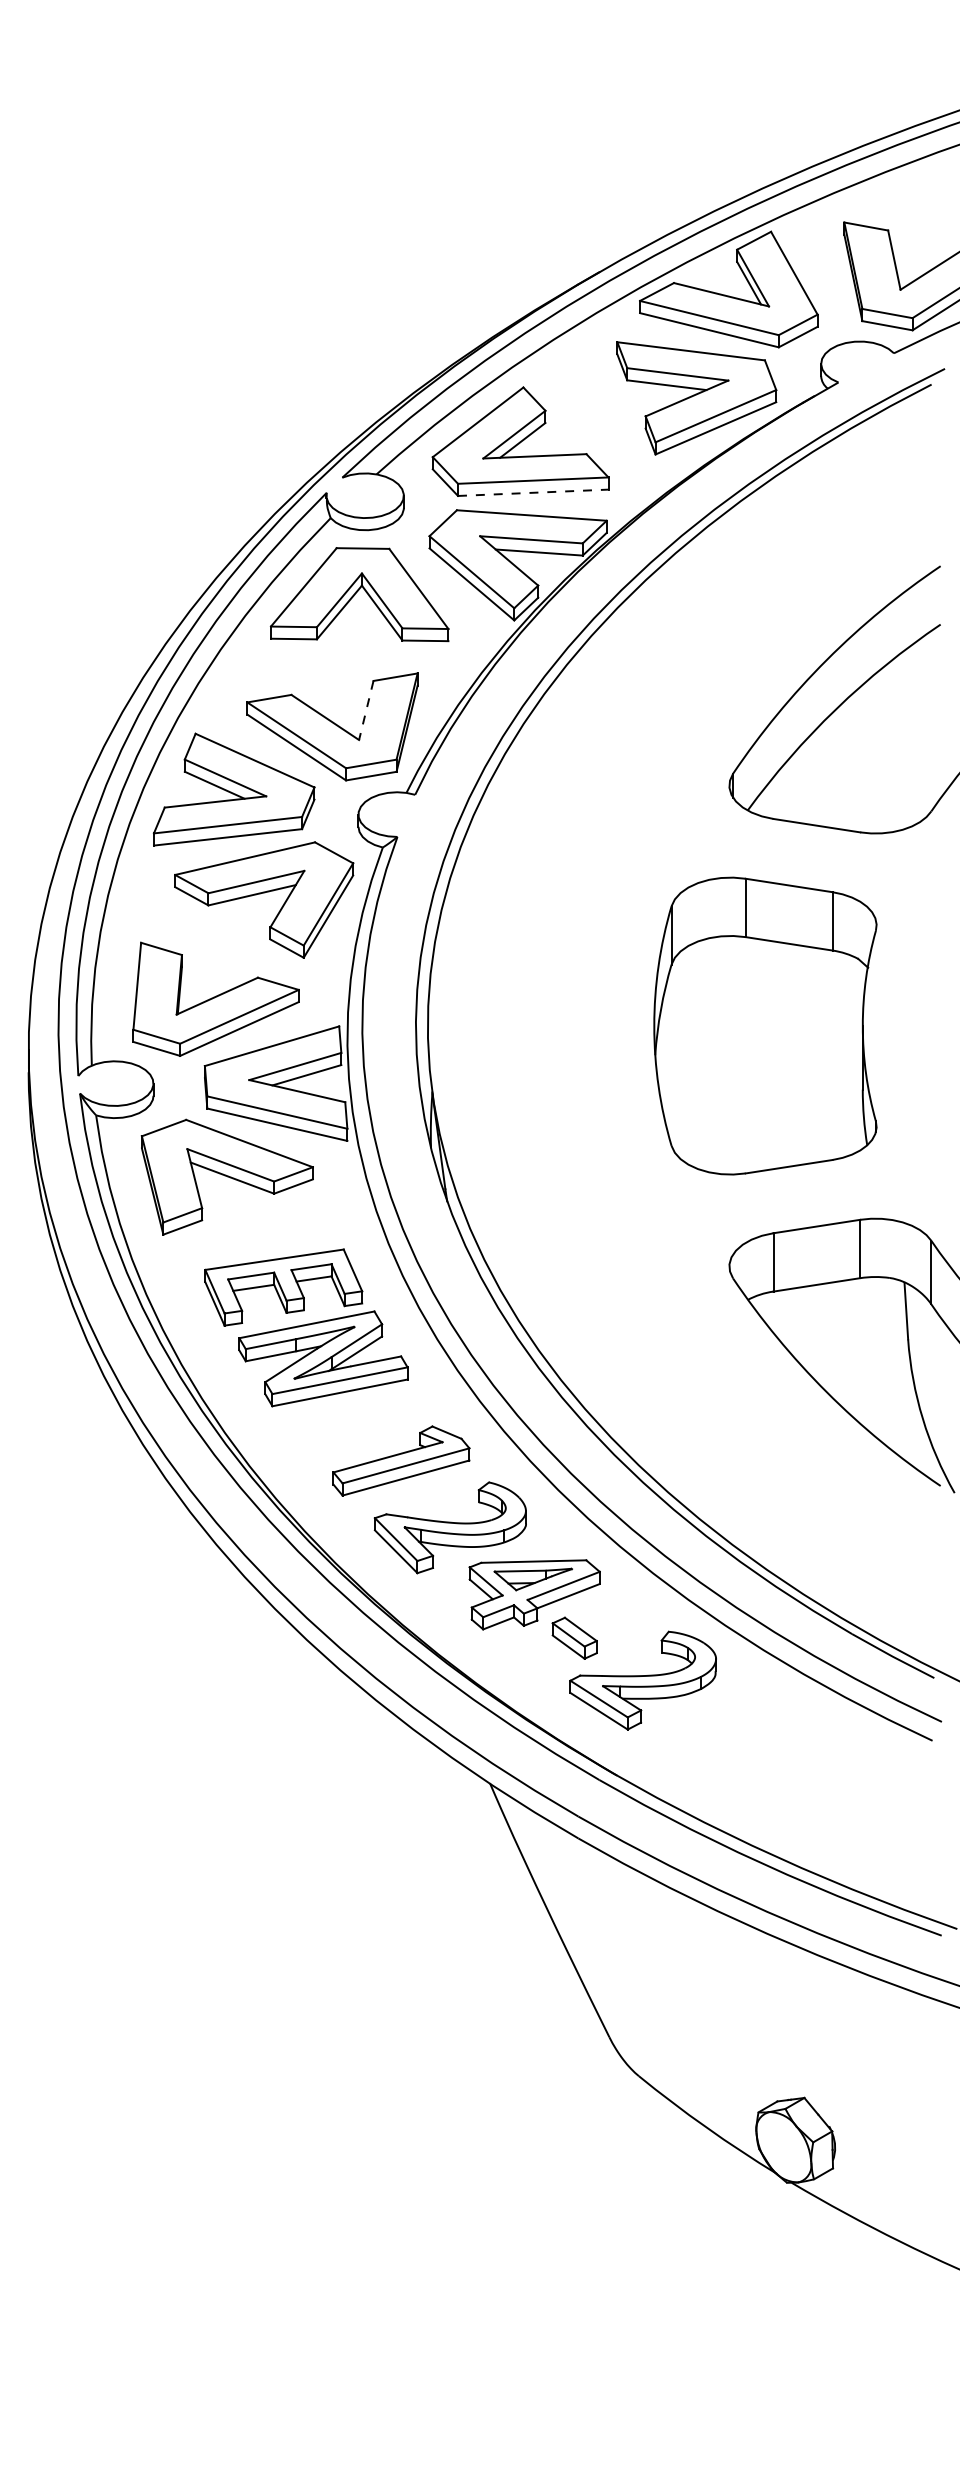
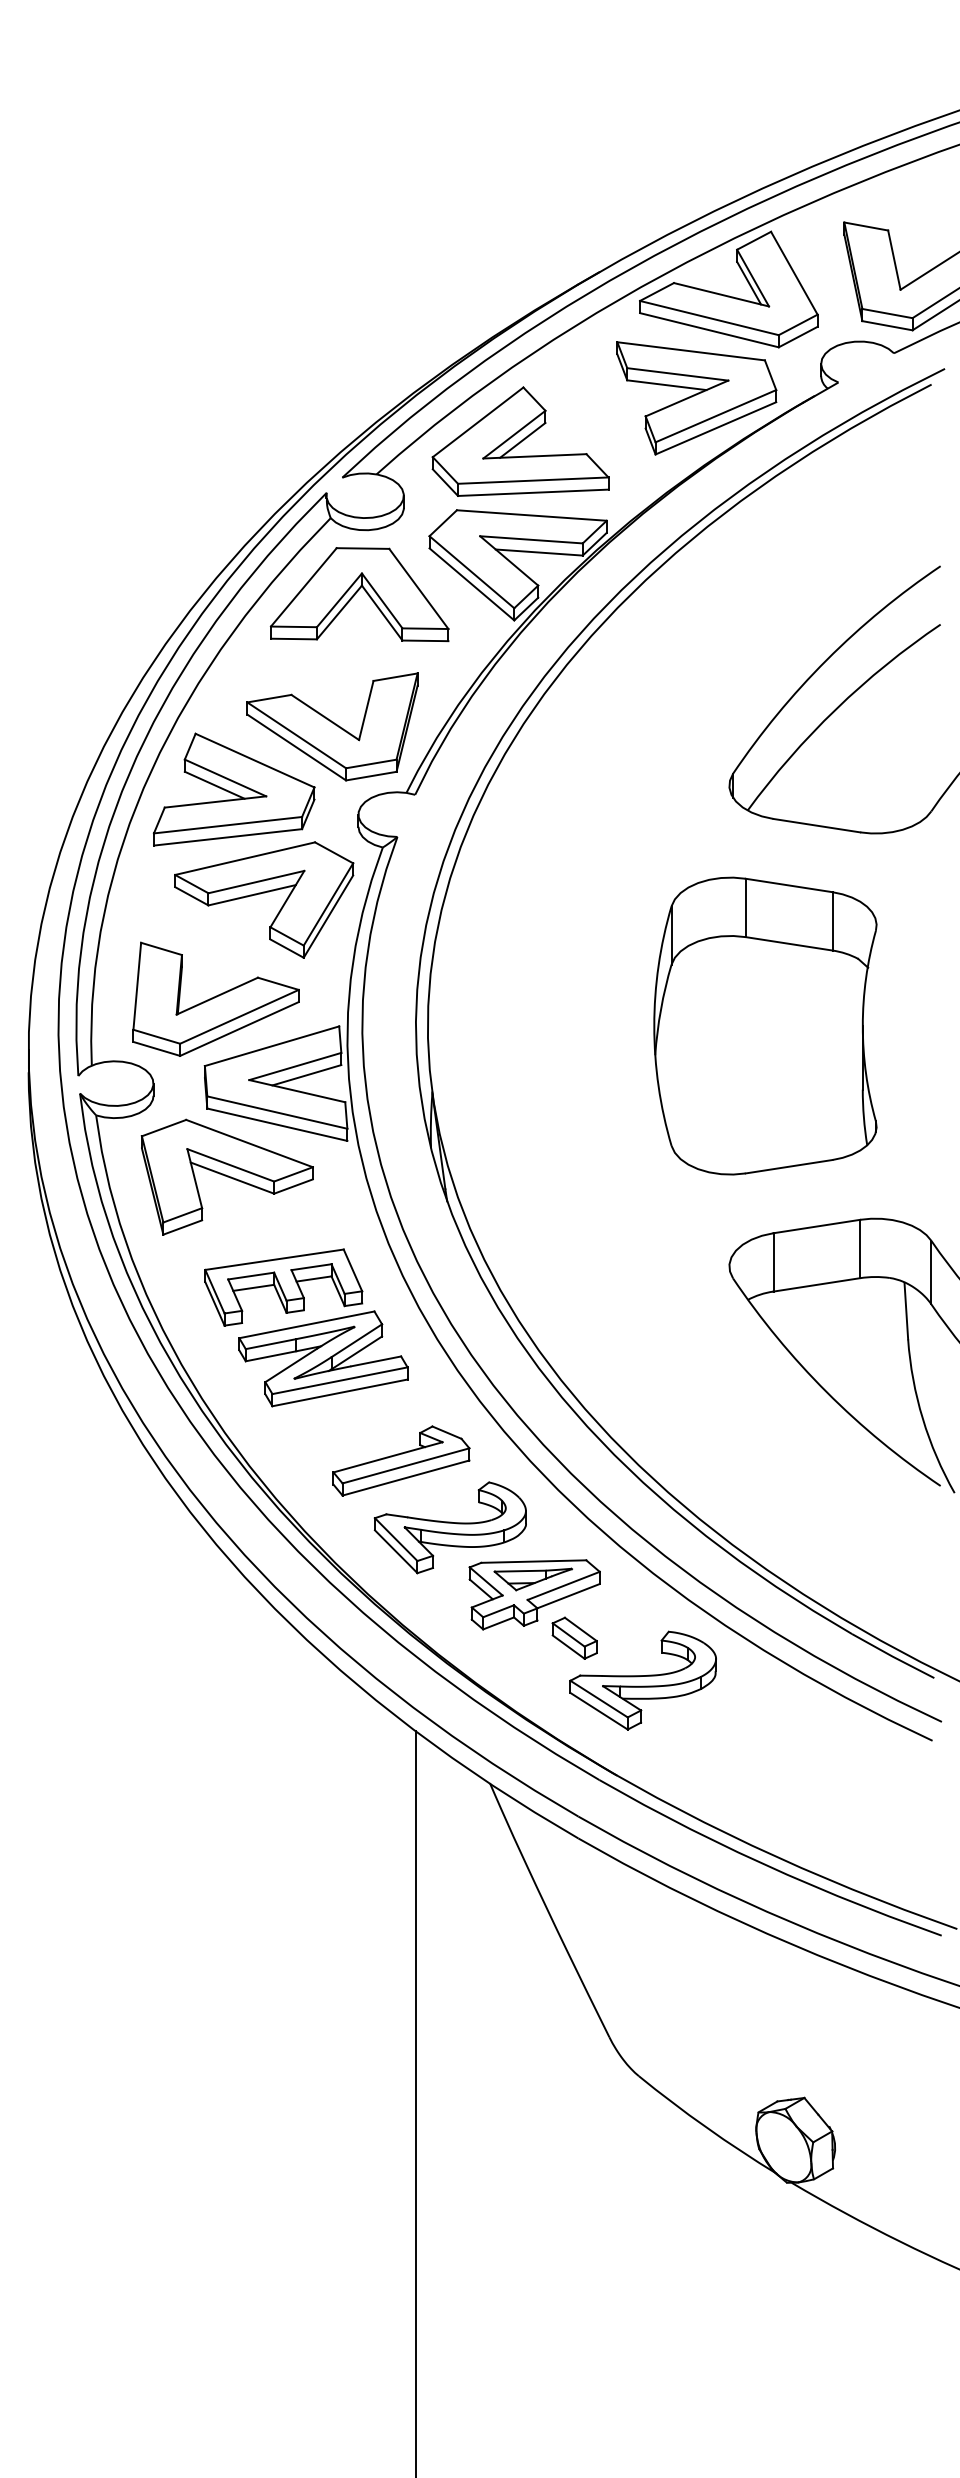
line at (533, 492): dashed -> solid
line at (366, 710): dashed -> solid
line at (415, 2102): none -> present
